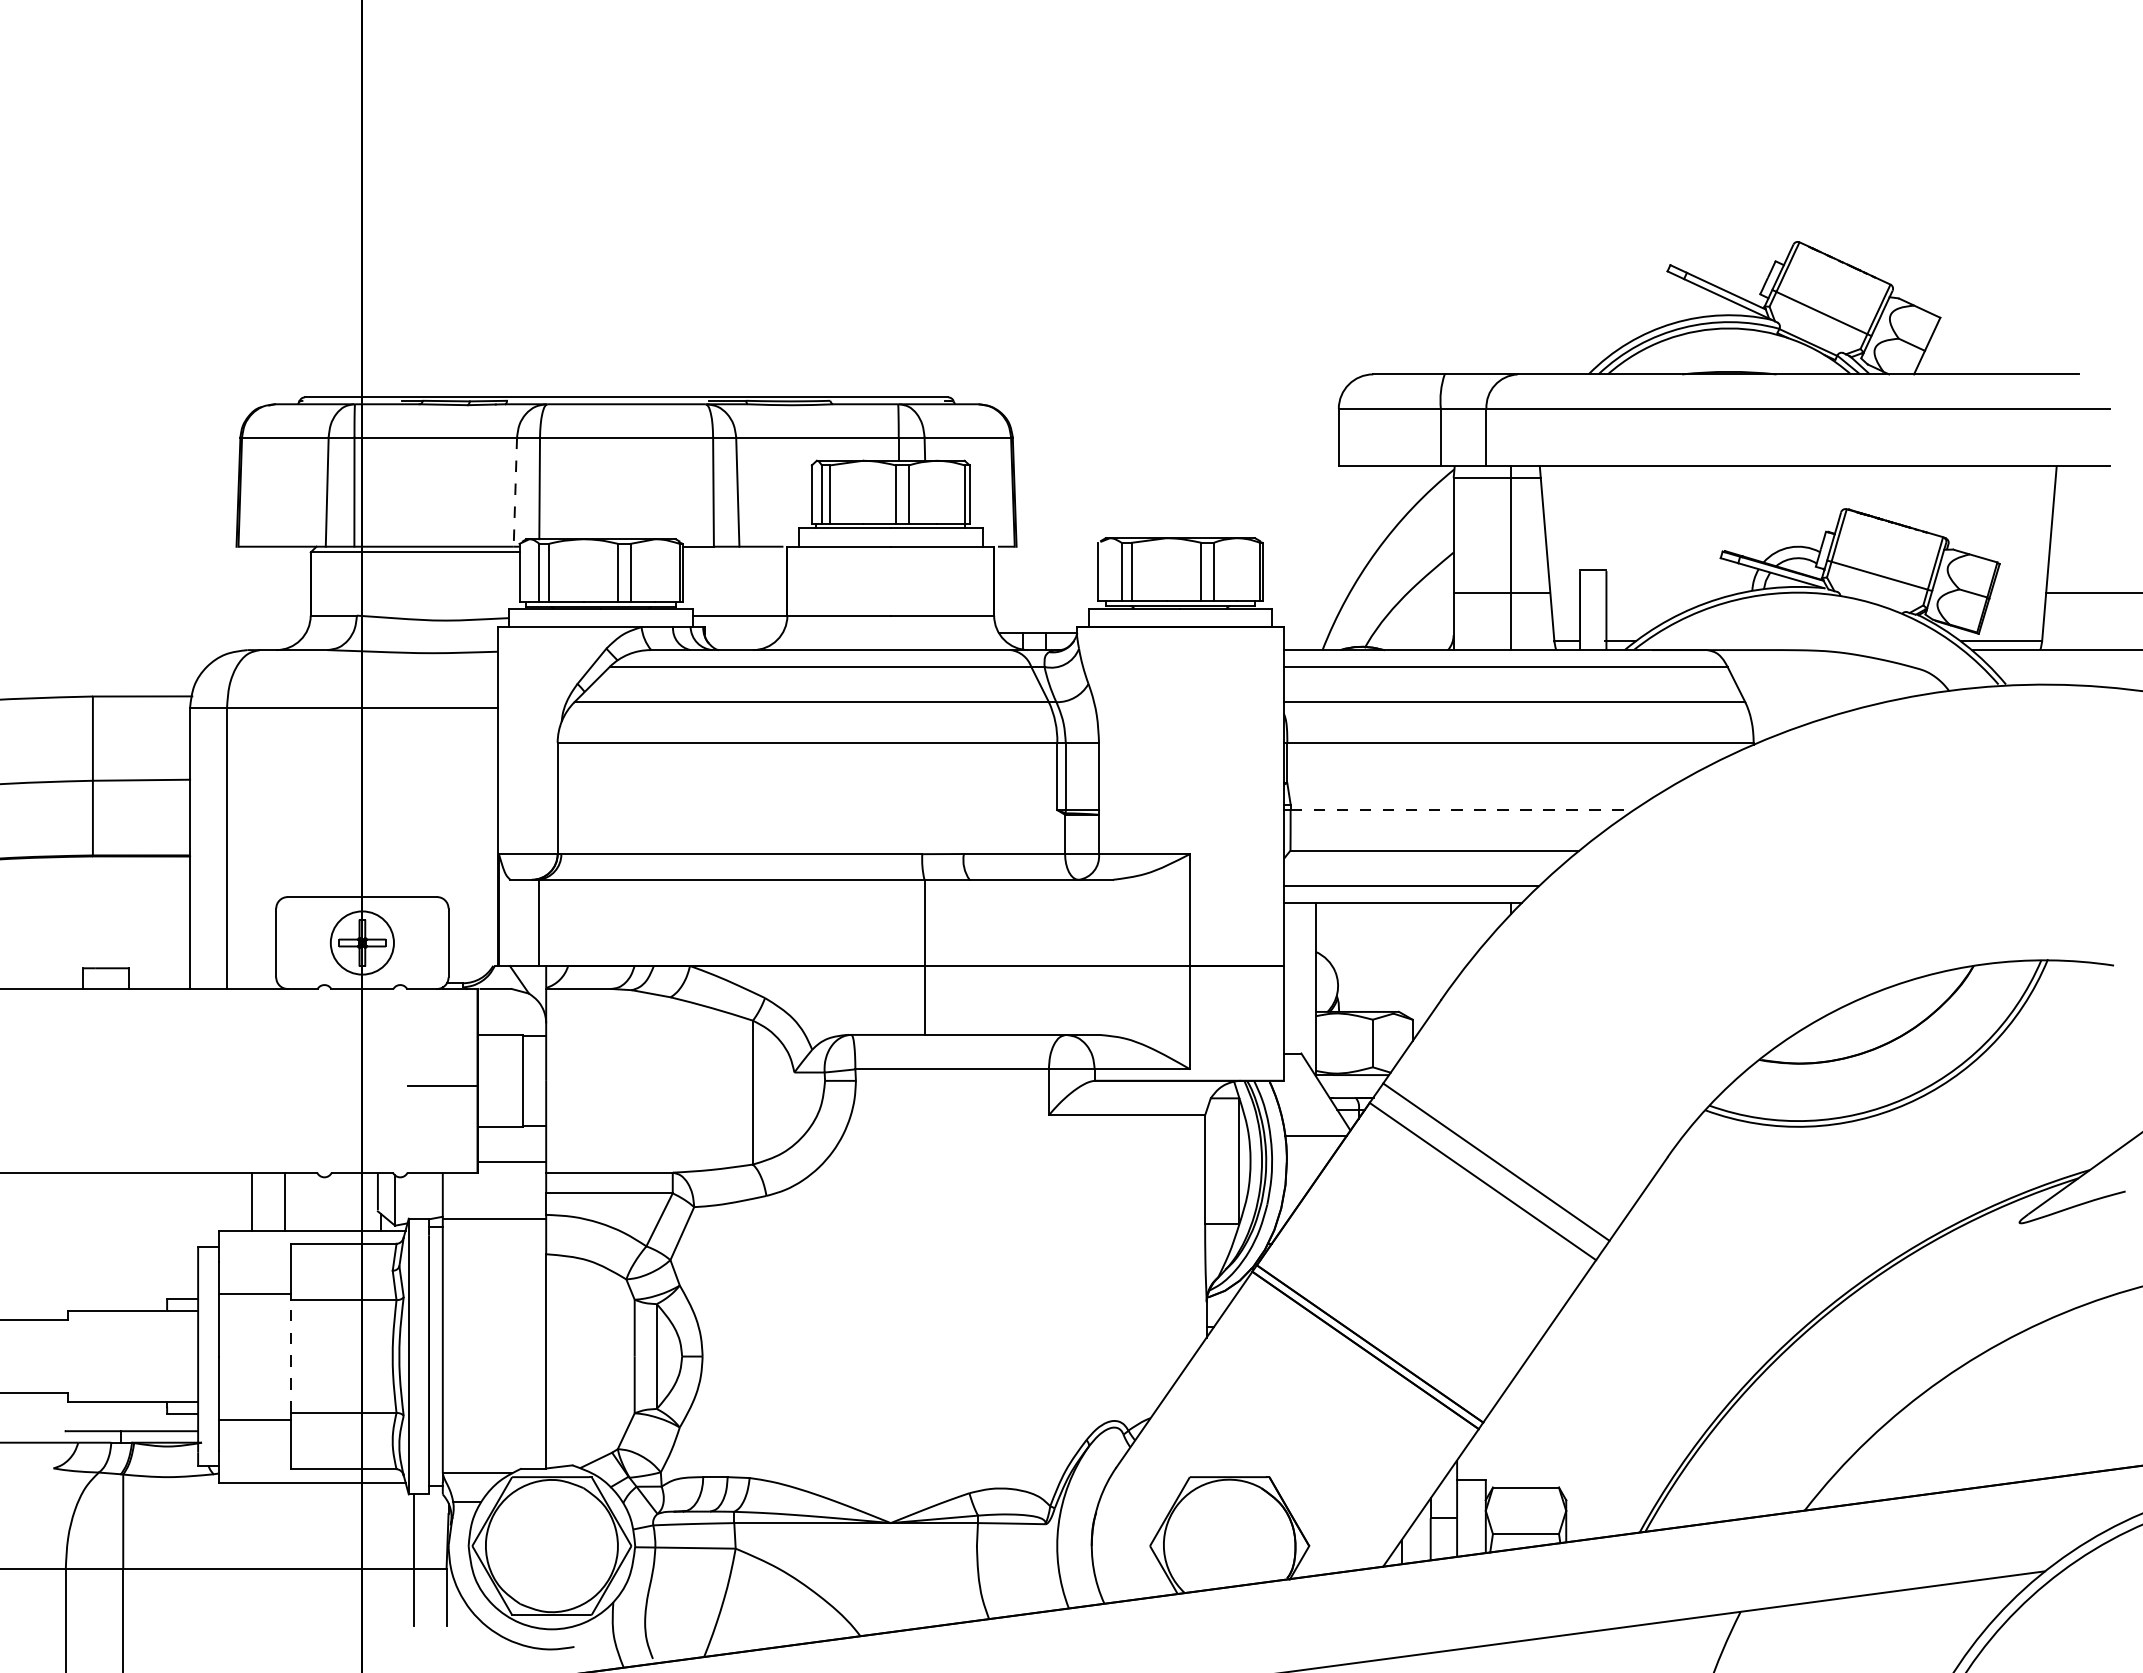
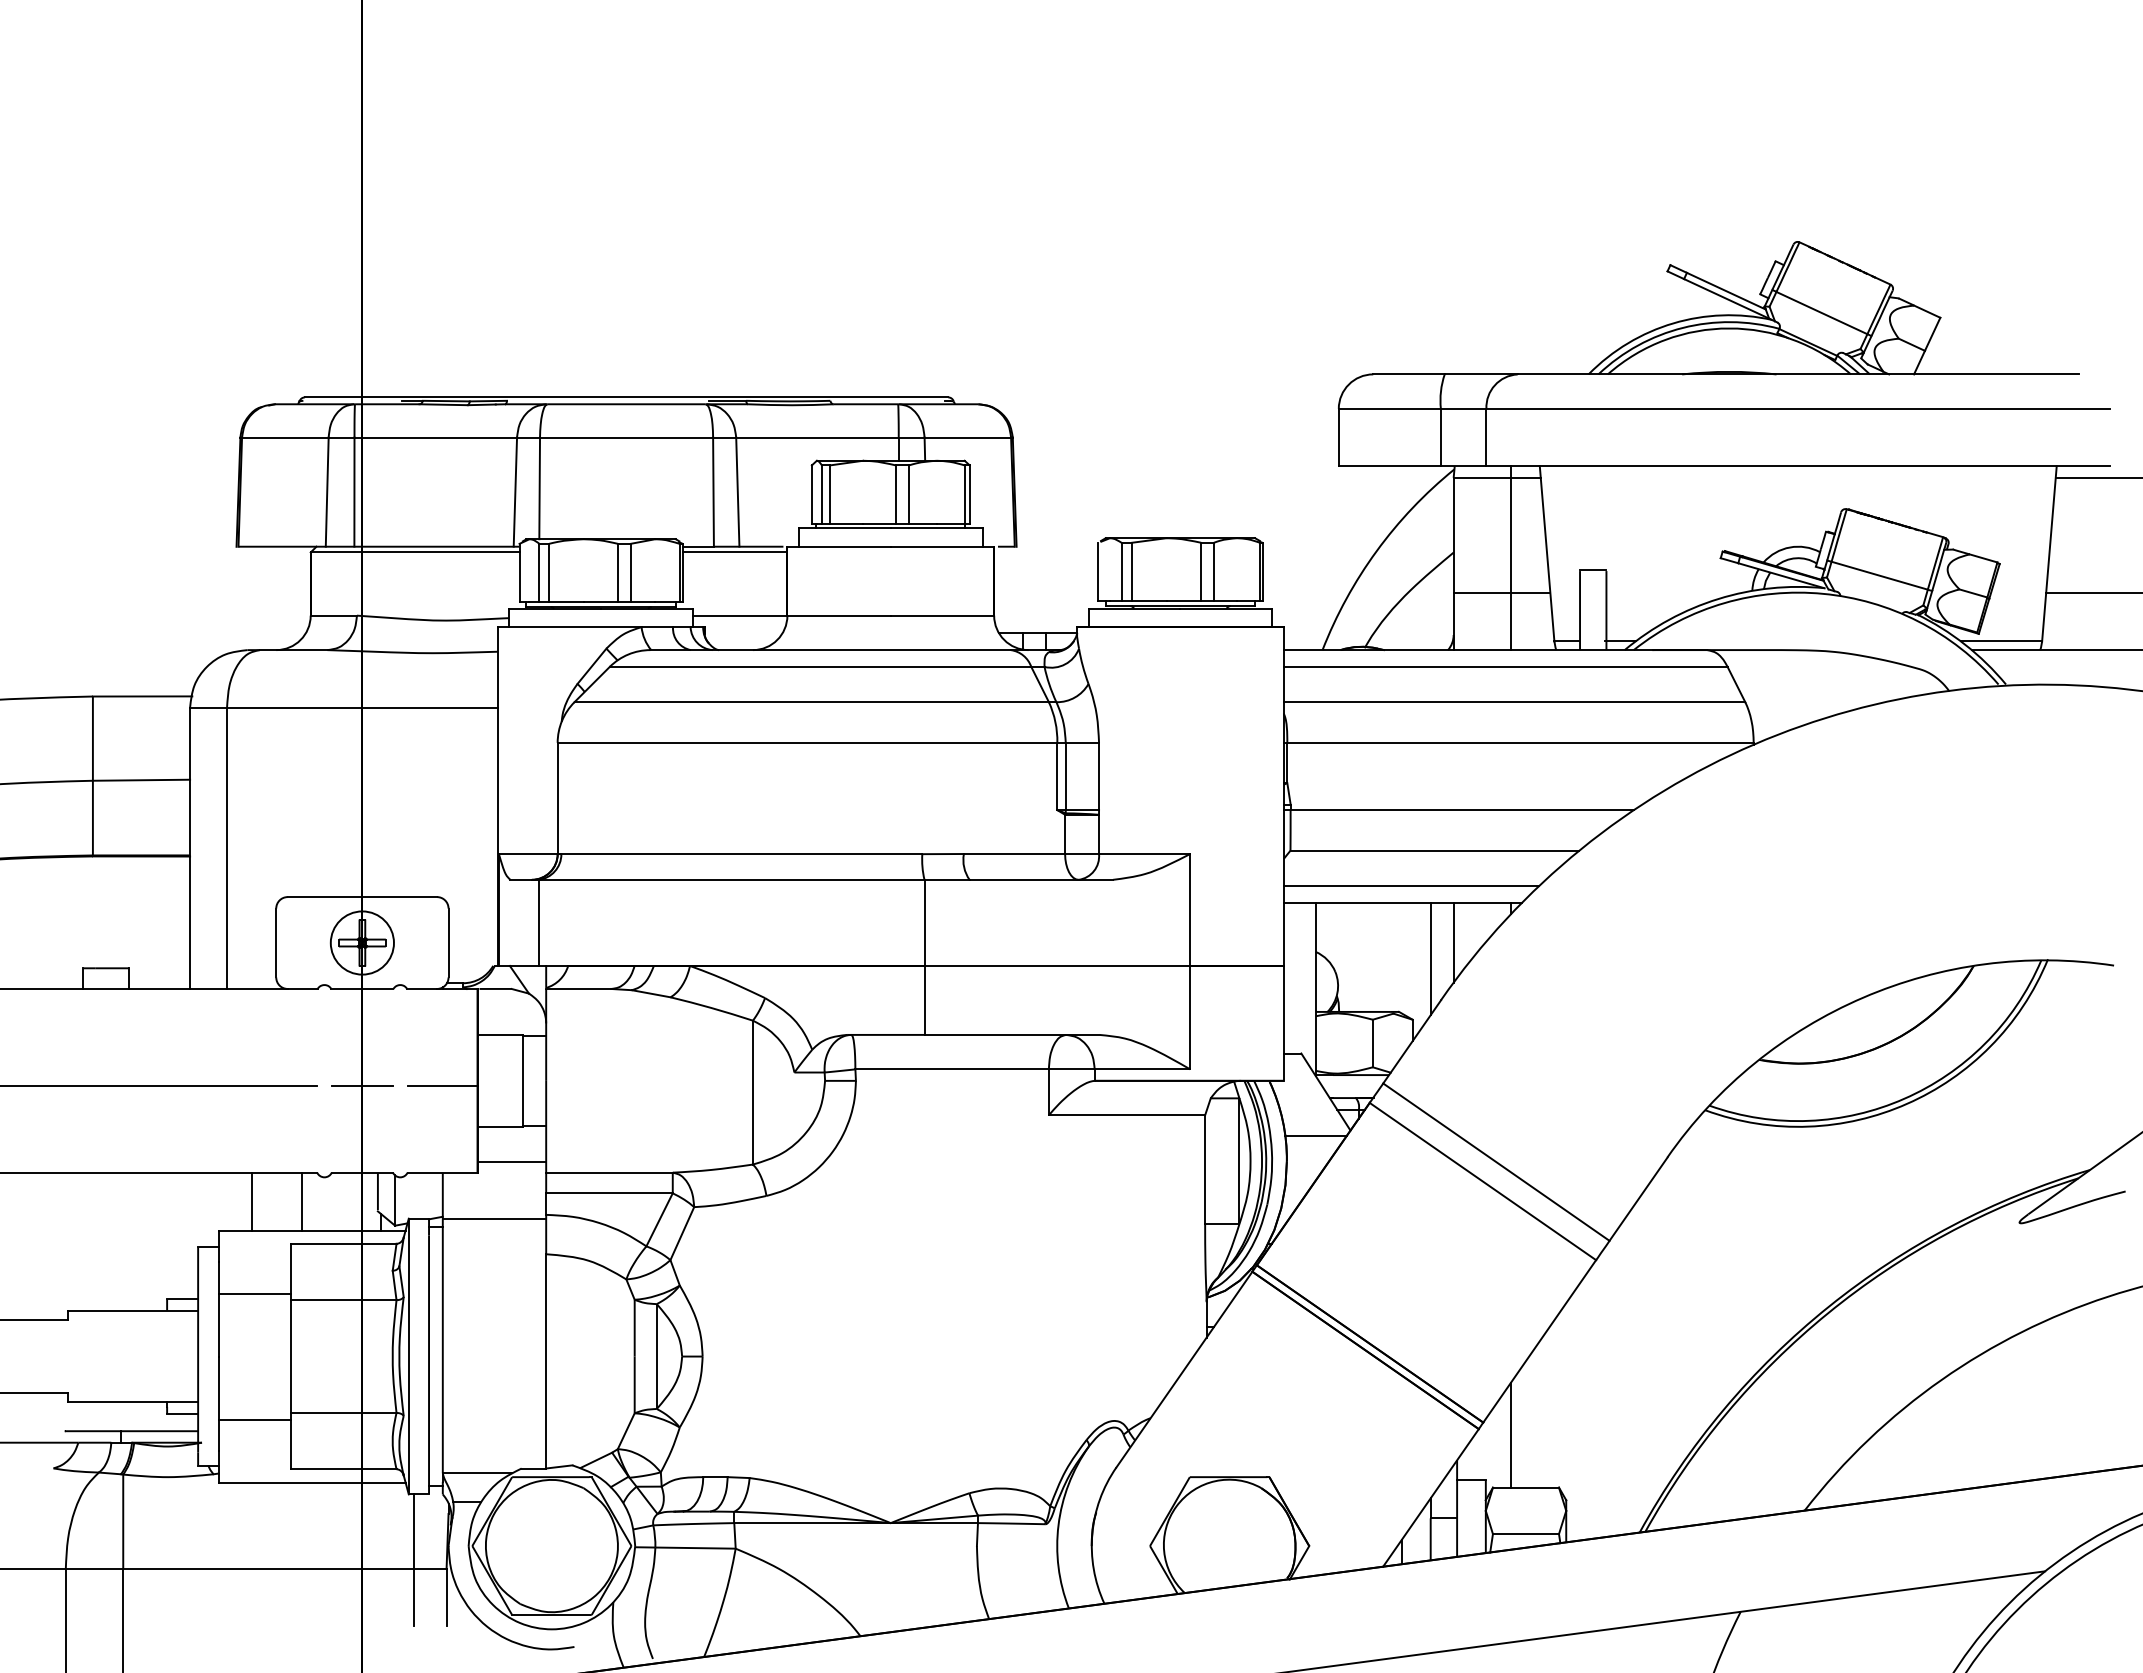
line at (2097, 477): none -> present
line at (515, 492): dashed -> solid
line at (734, 552): none -> present
line at (1462, 810): dashed -> solid
line at (1453, 942): none -> present
line at (1430, 958): none -> present
line at (159, 1085): none -> present
line at (362, 1085): none -> present
line at (284, 1201) position: (284, 1201) -> (301, 1201)
line at (291, 1356): dashed -> solid
line at (1511, 1434): none -> present
